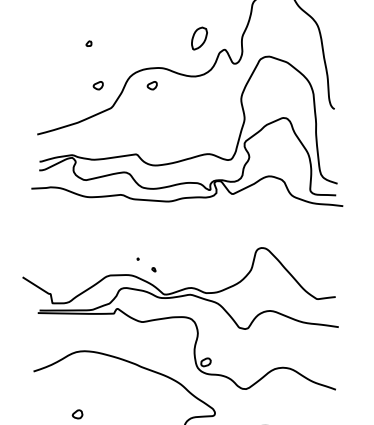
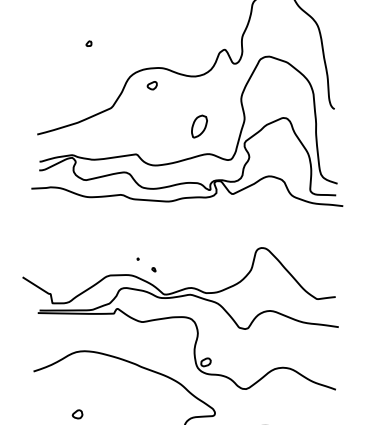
part at (199, 38) position: (199, 38) -> (199, 126)
part at (97, 85): present -> none
